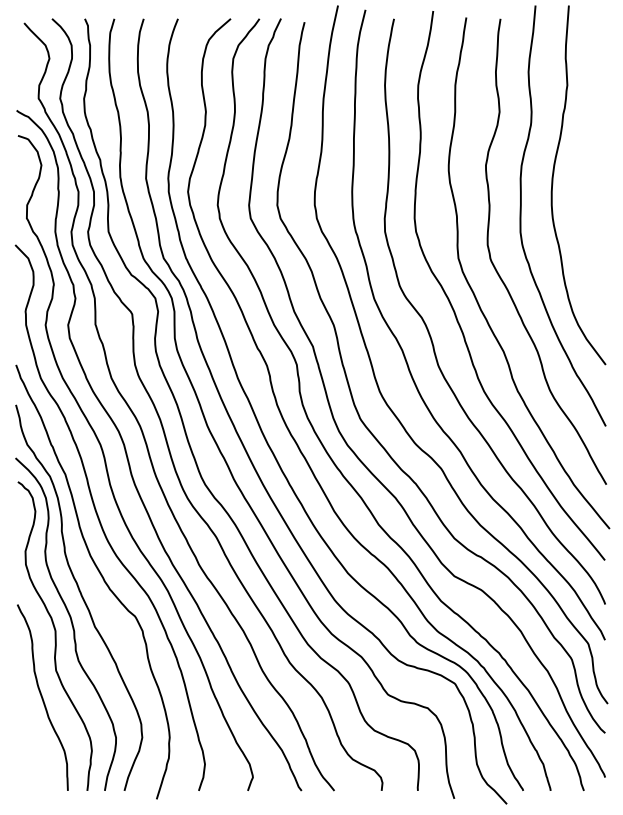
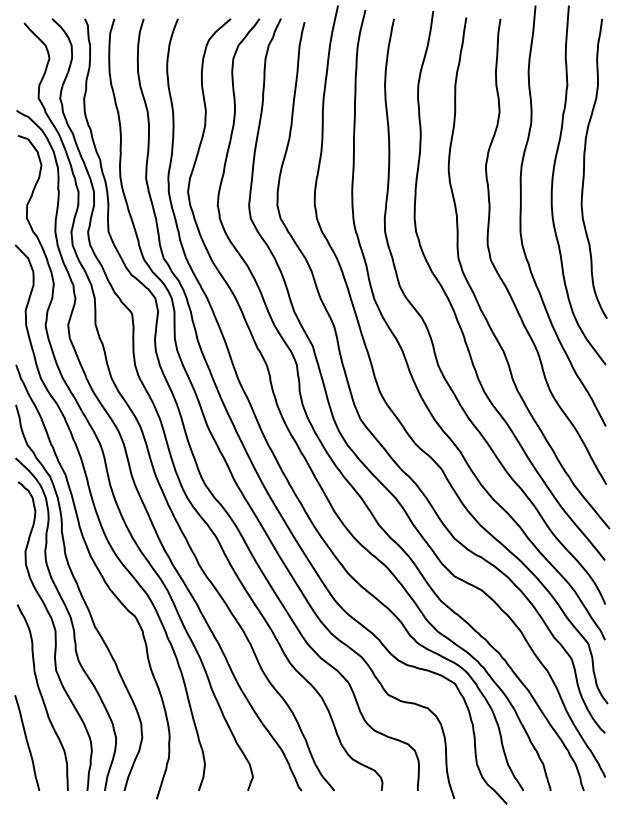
curve at (584, 168): none -> present
line at (27, 742): none -> present
